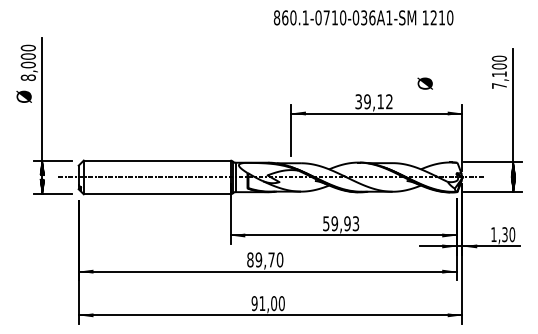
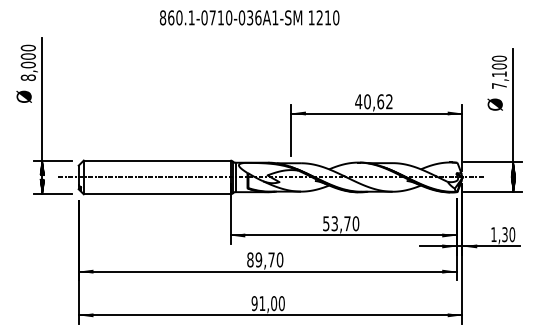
text at (363, 17) position: (363, 17) -> (249, 17)
text at (424, 83) position: (424, 83) -> (494, 104)
text at (369, 101): 39,12 -> 40,62
text at (345, 223): 59,93 -> 53,70
